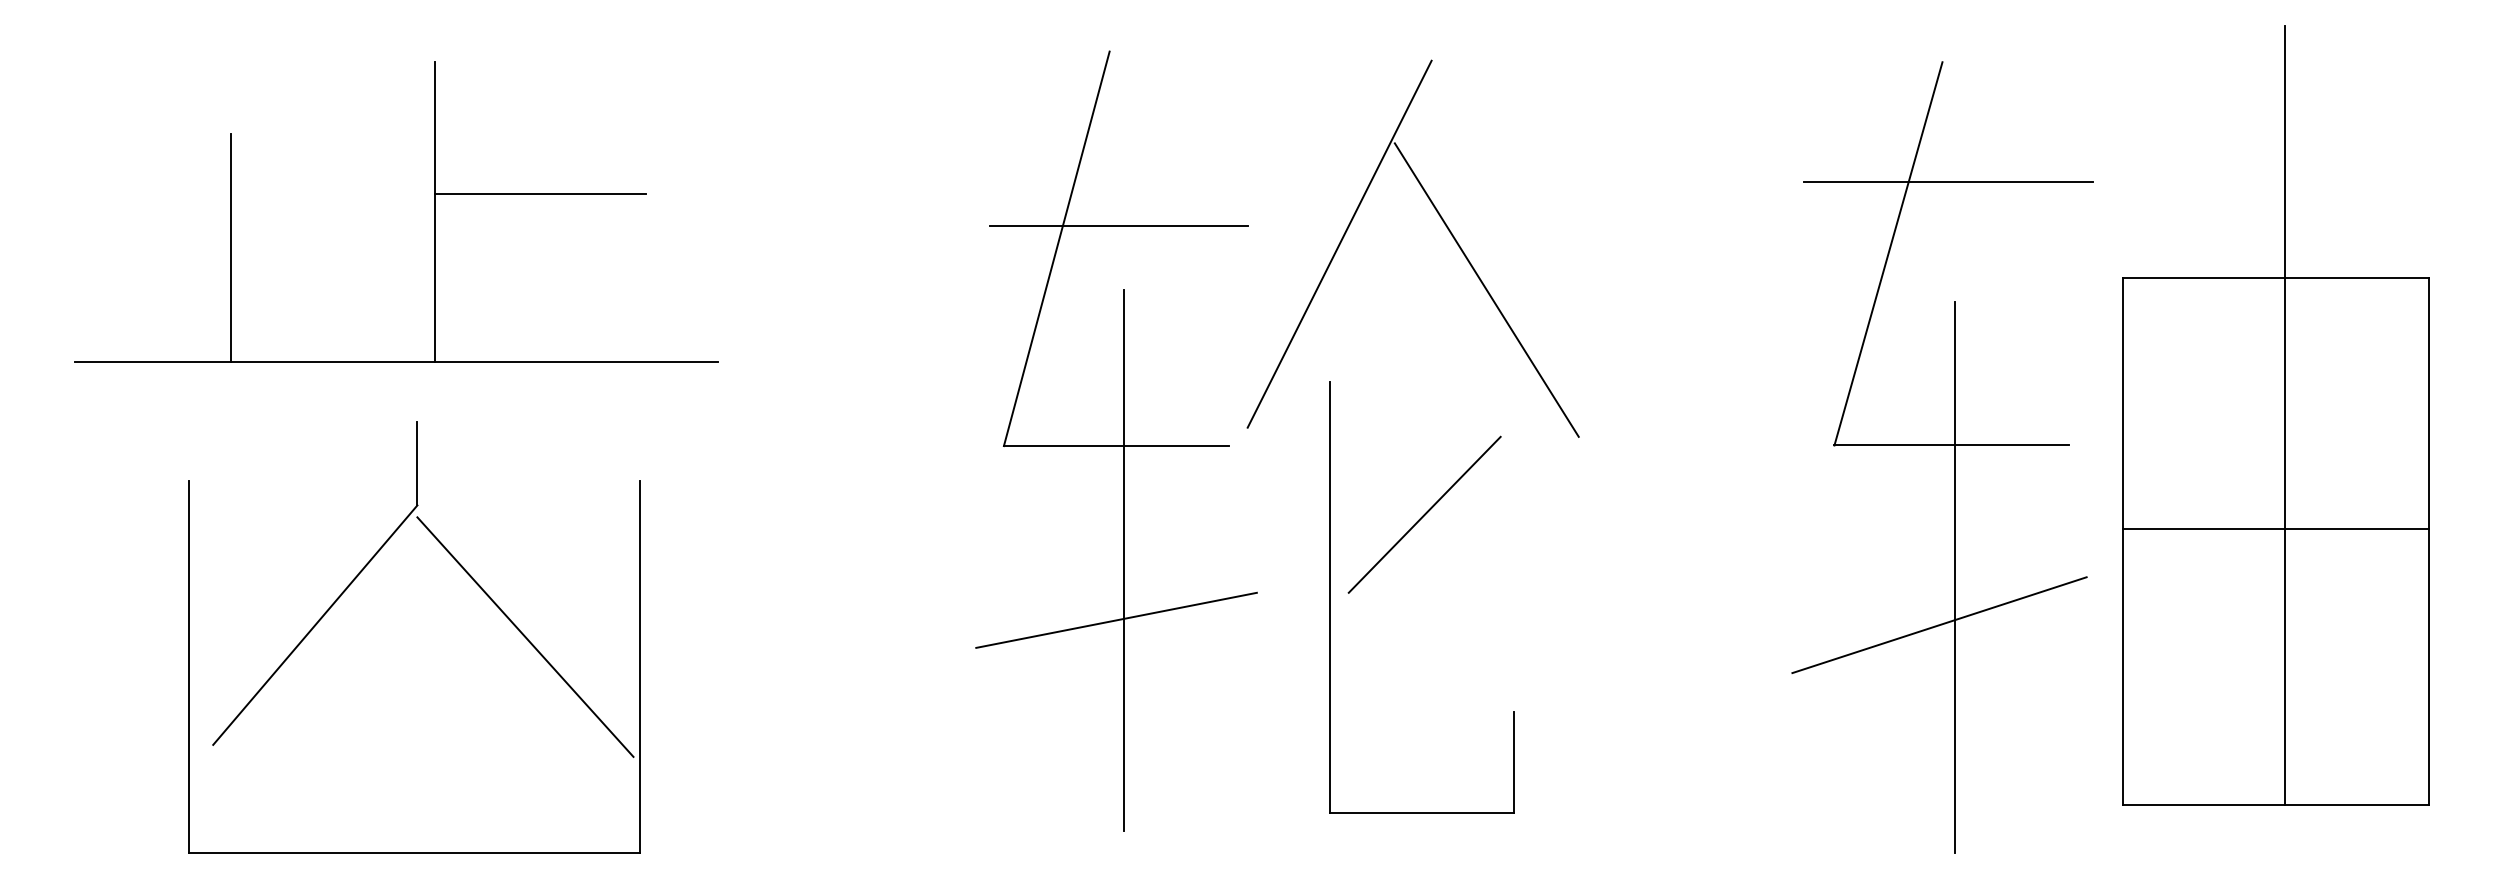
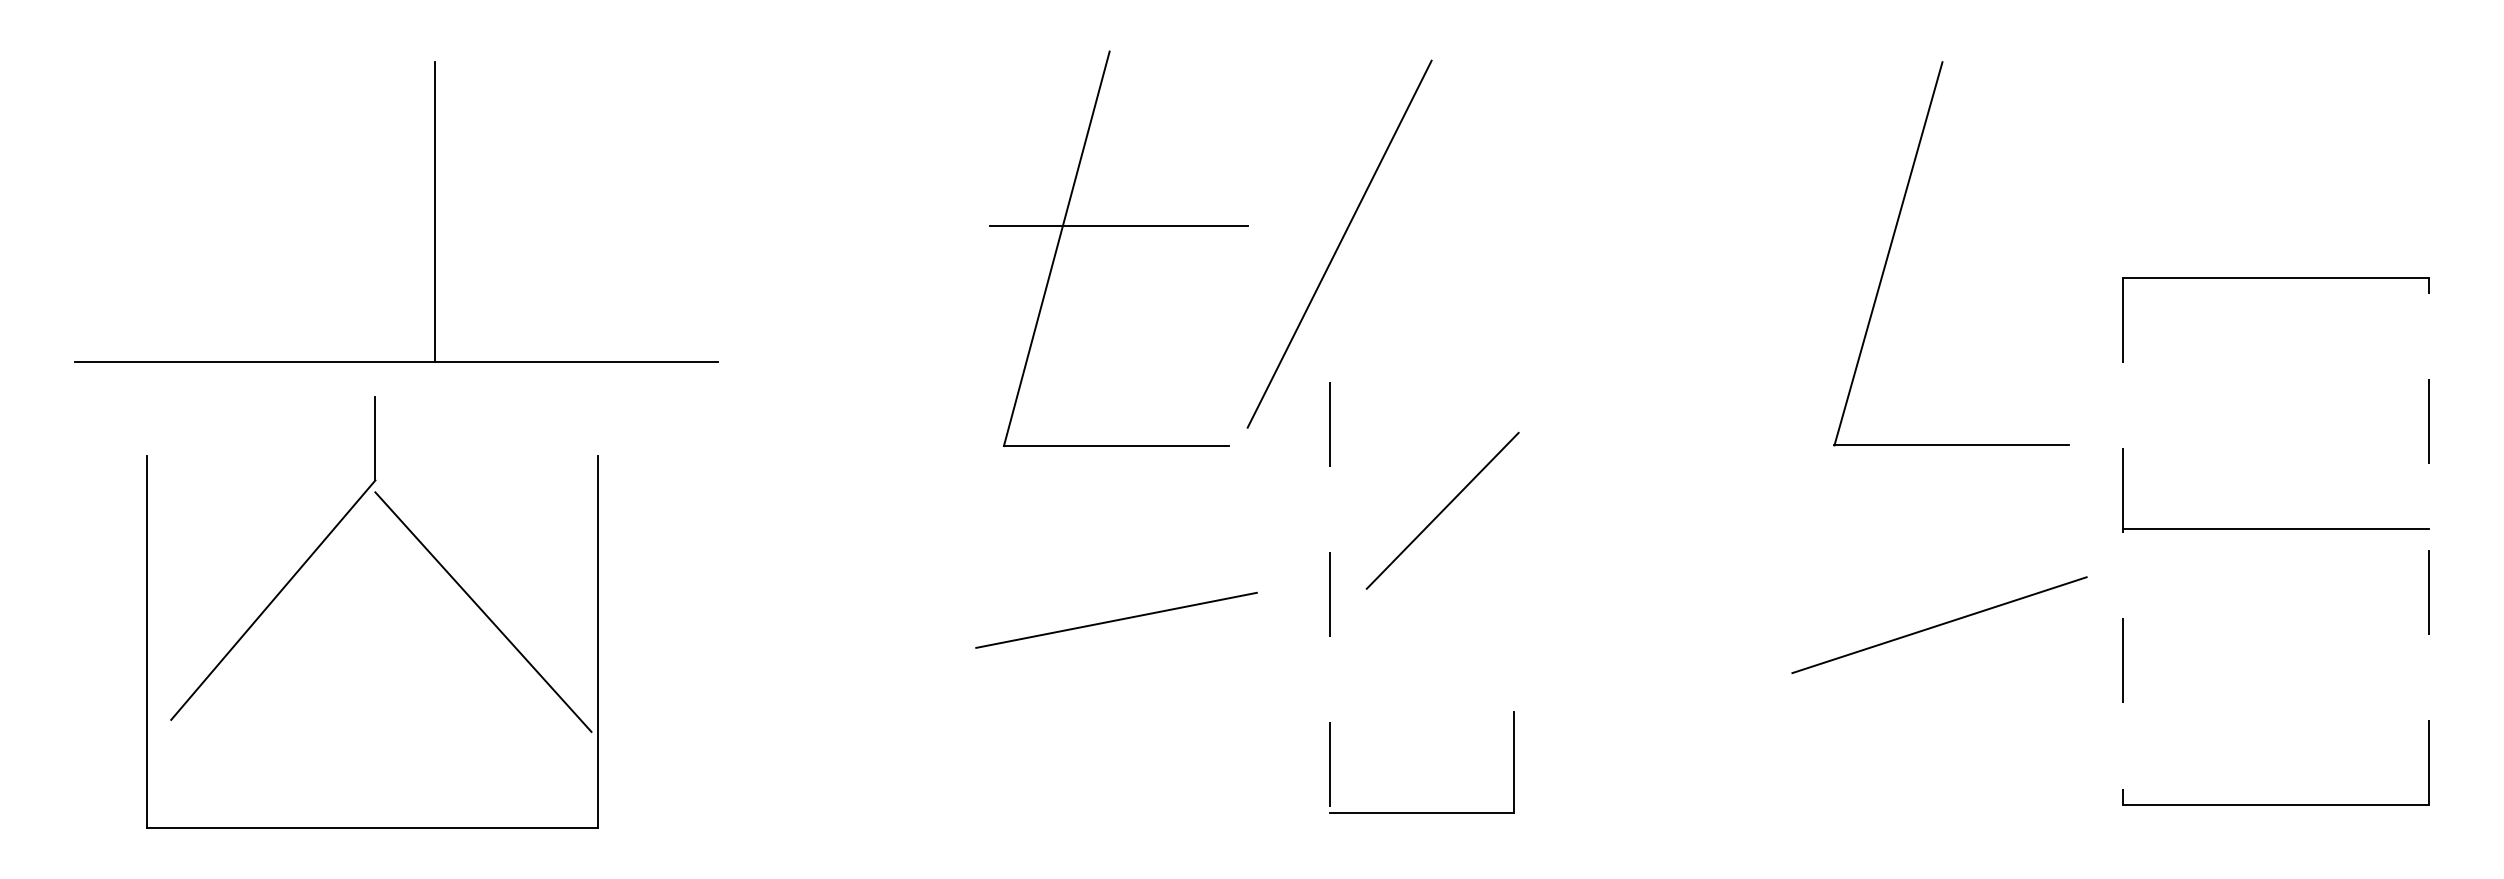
line at (1948, 181): present -> none
line at (540, 193): present -> none
line at (231, 247): present -> none
line at (1486, 289): present -> none
line at (2284, 415): present -> none
line at (1424, 514) position: (1424, 514) -> (1442, 510)
line at (2122, 541): solid -> dashed
line at (2428, 541): solid -> dashed
line at (1123, 560): present -> none
line at (1954, 576): present -> none
part at (474, 582) position: (474, 582) -> (432, 557)
line at (1330, 597): solid -> dashed
